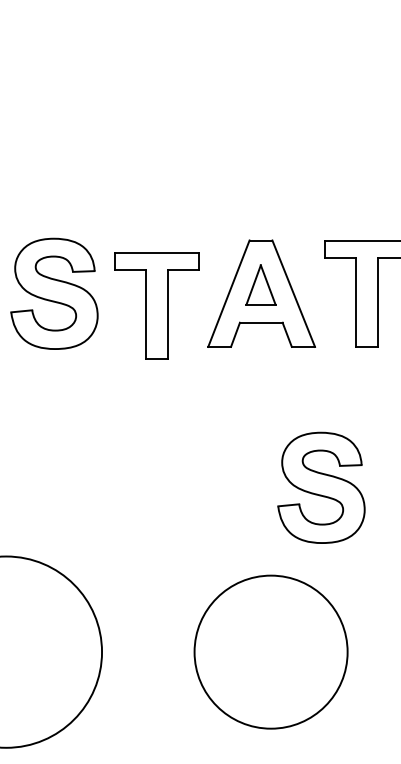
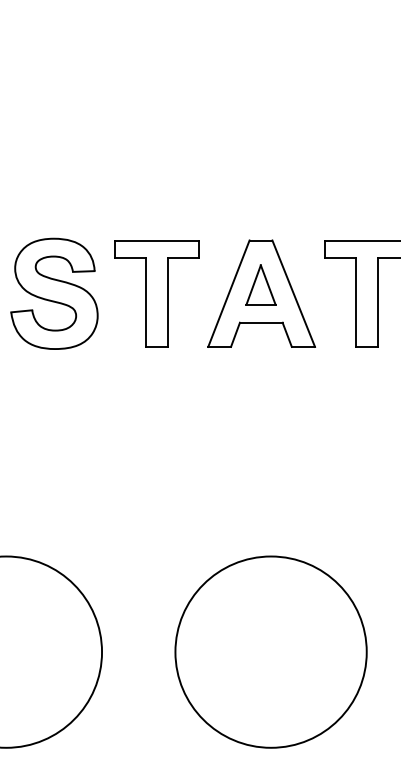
part at (156, 305) position: (156, 305) -> (156, 293)
part at (321, 487): present -> none
circle at (270, 651) diameter: 153 px -> 191 px
